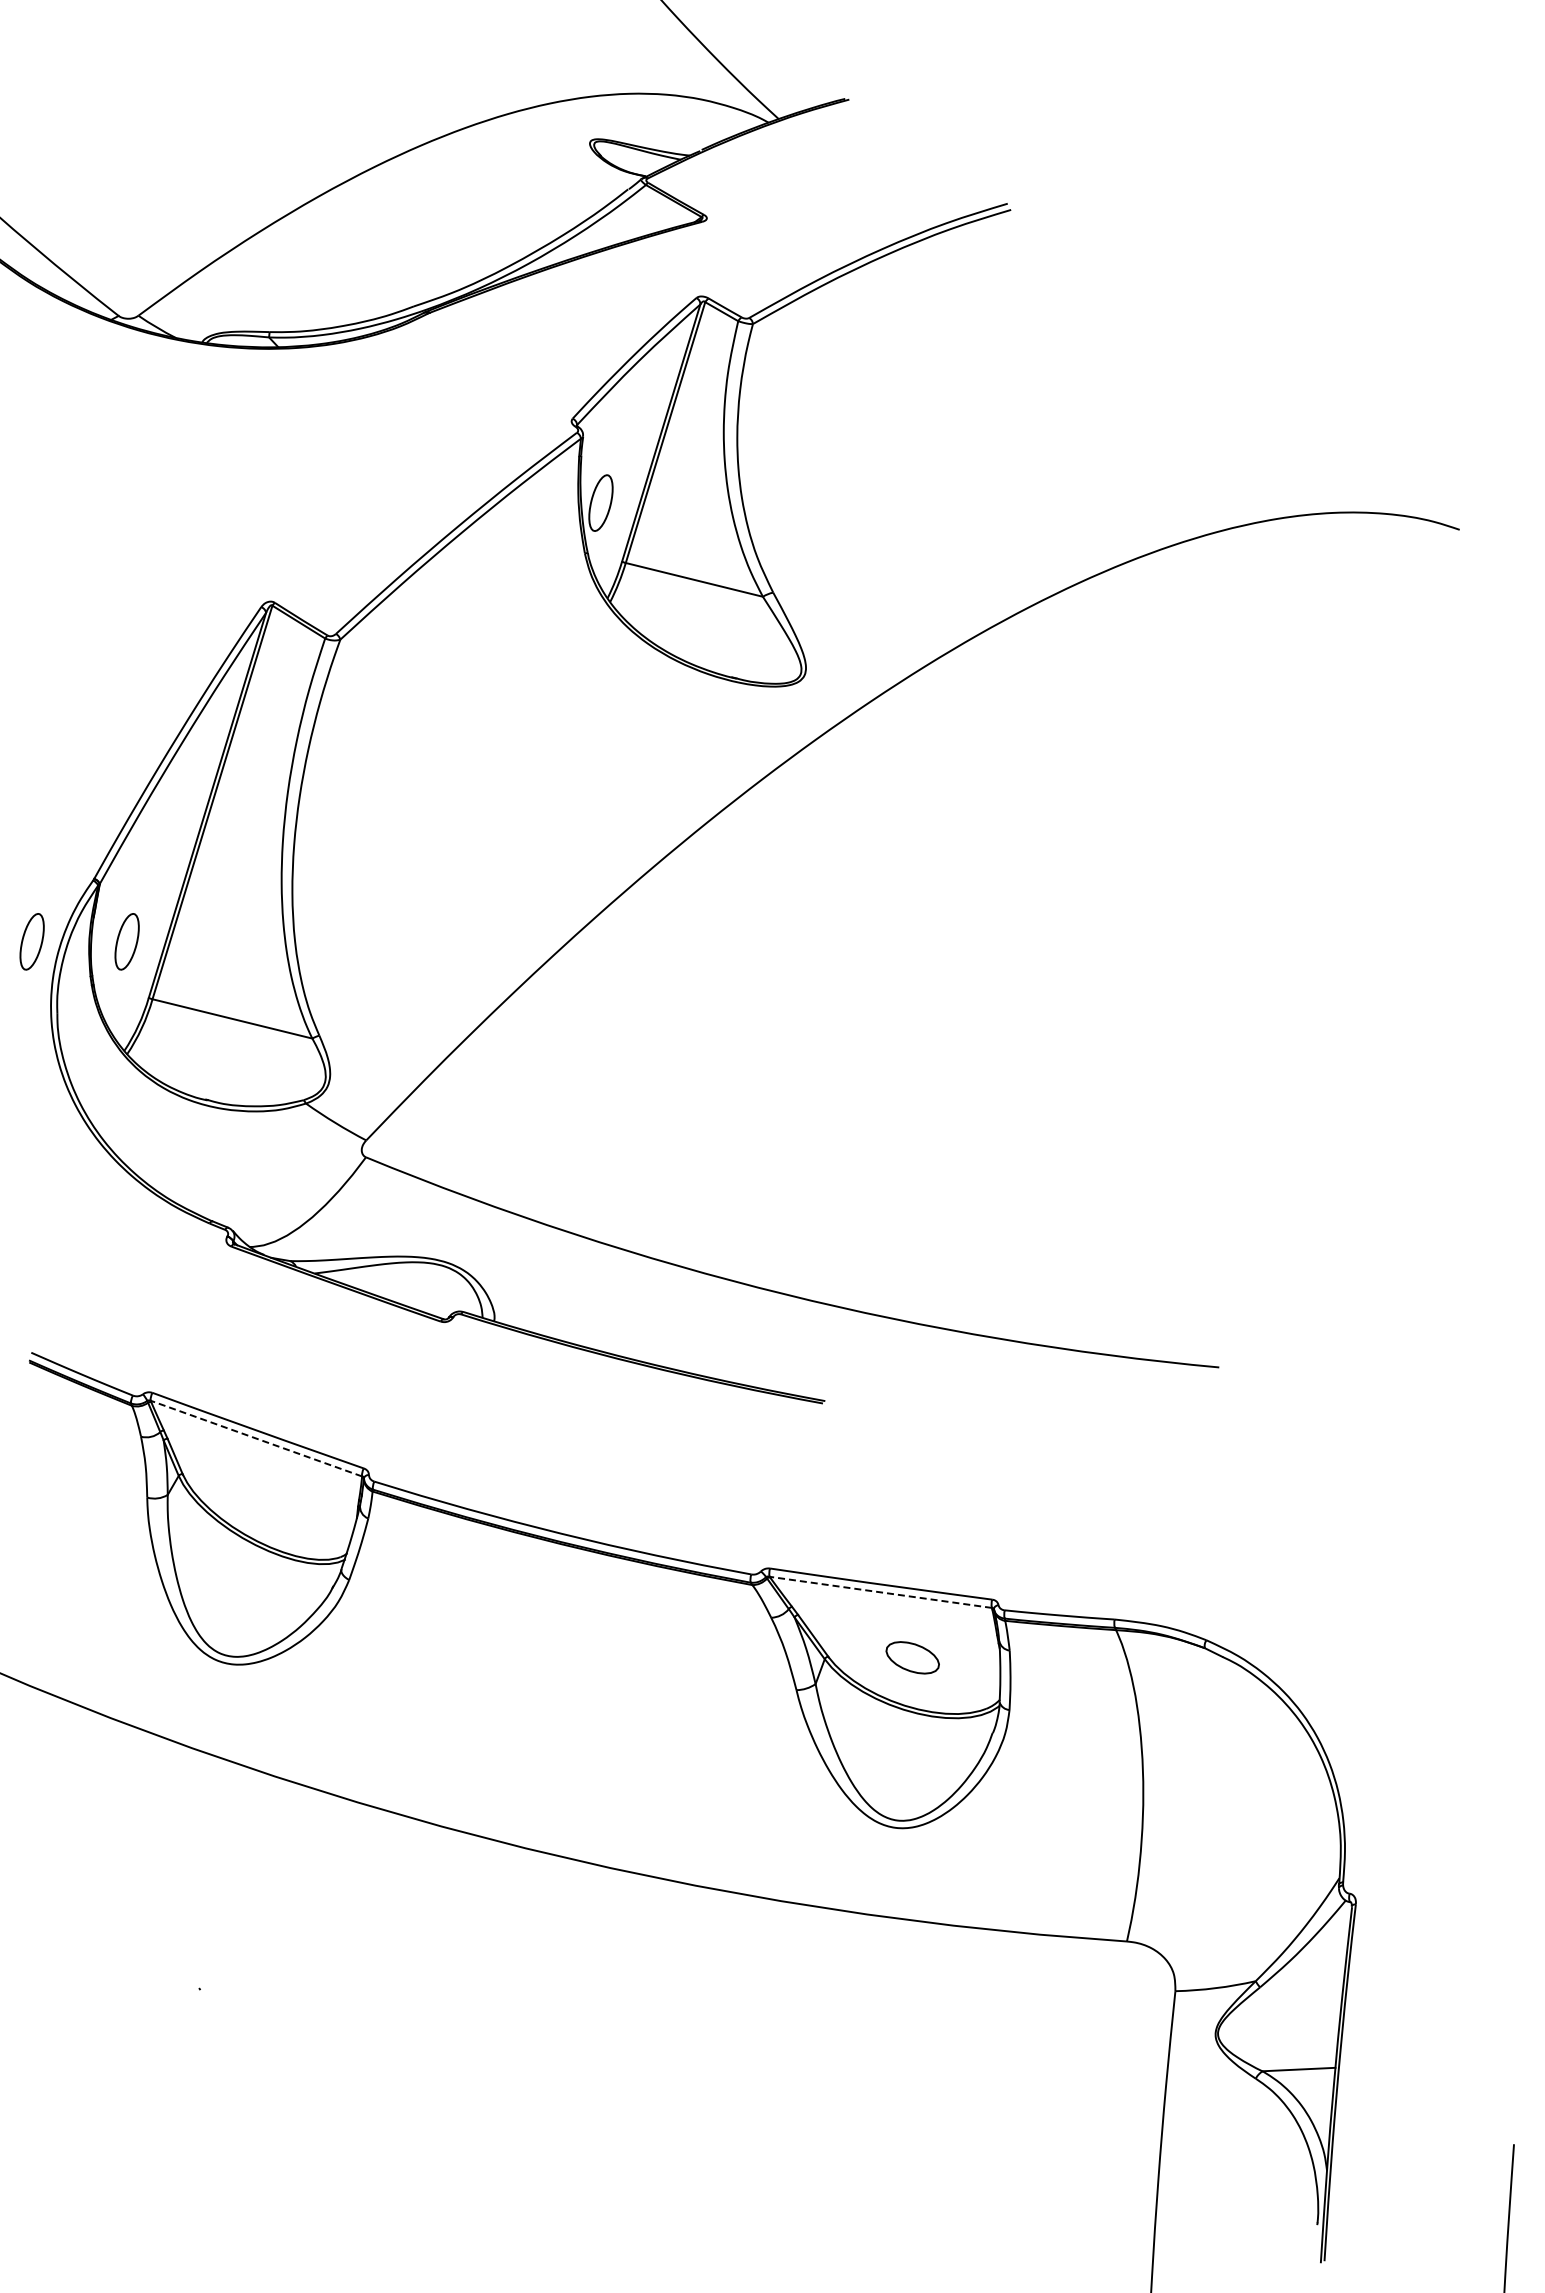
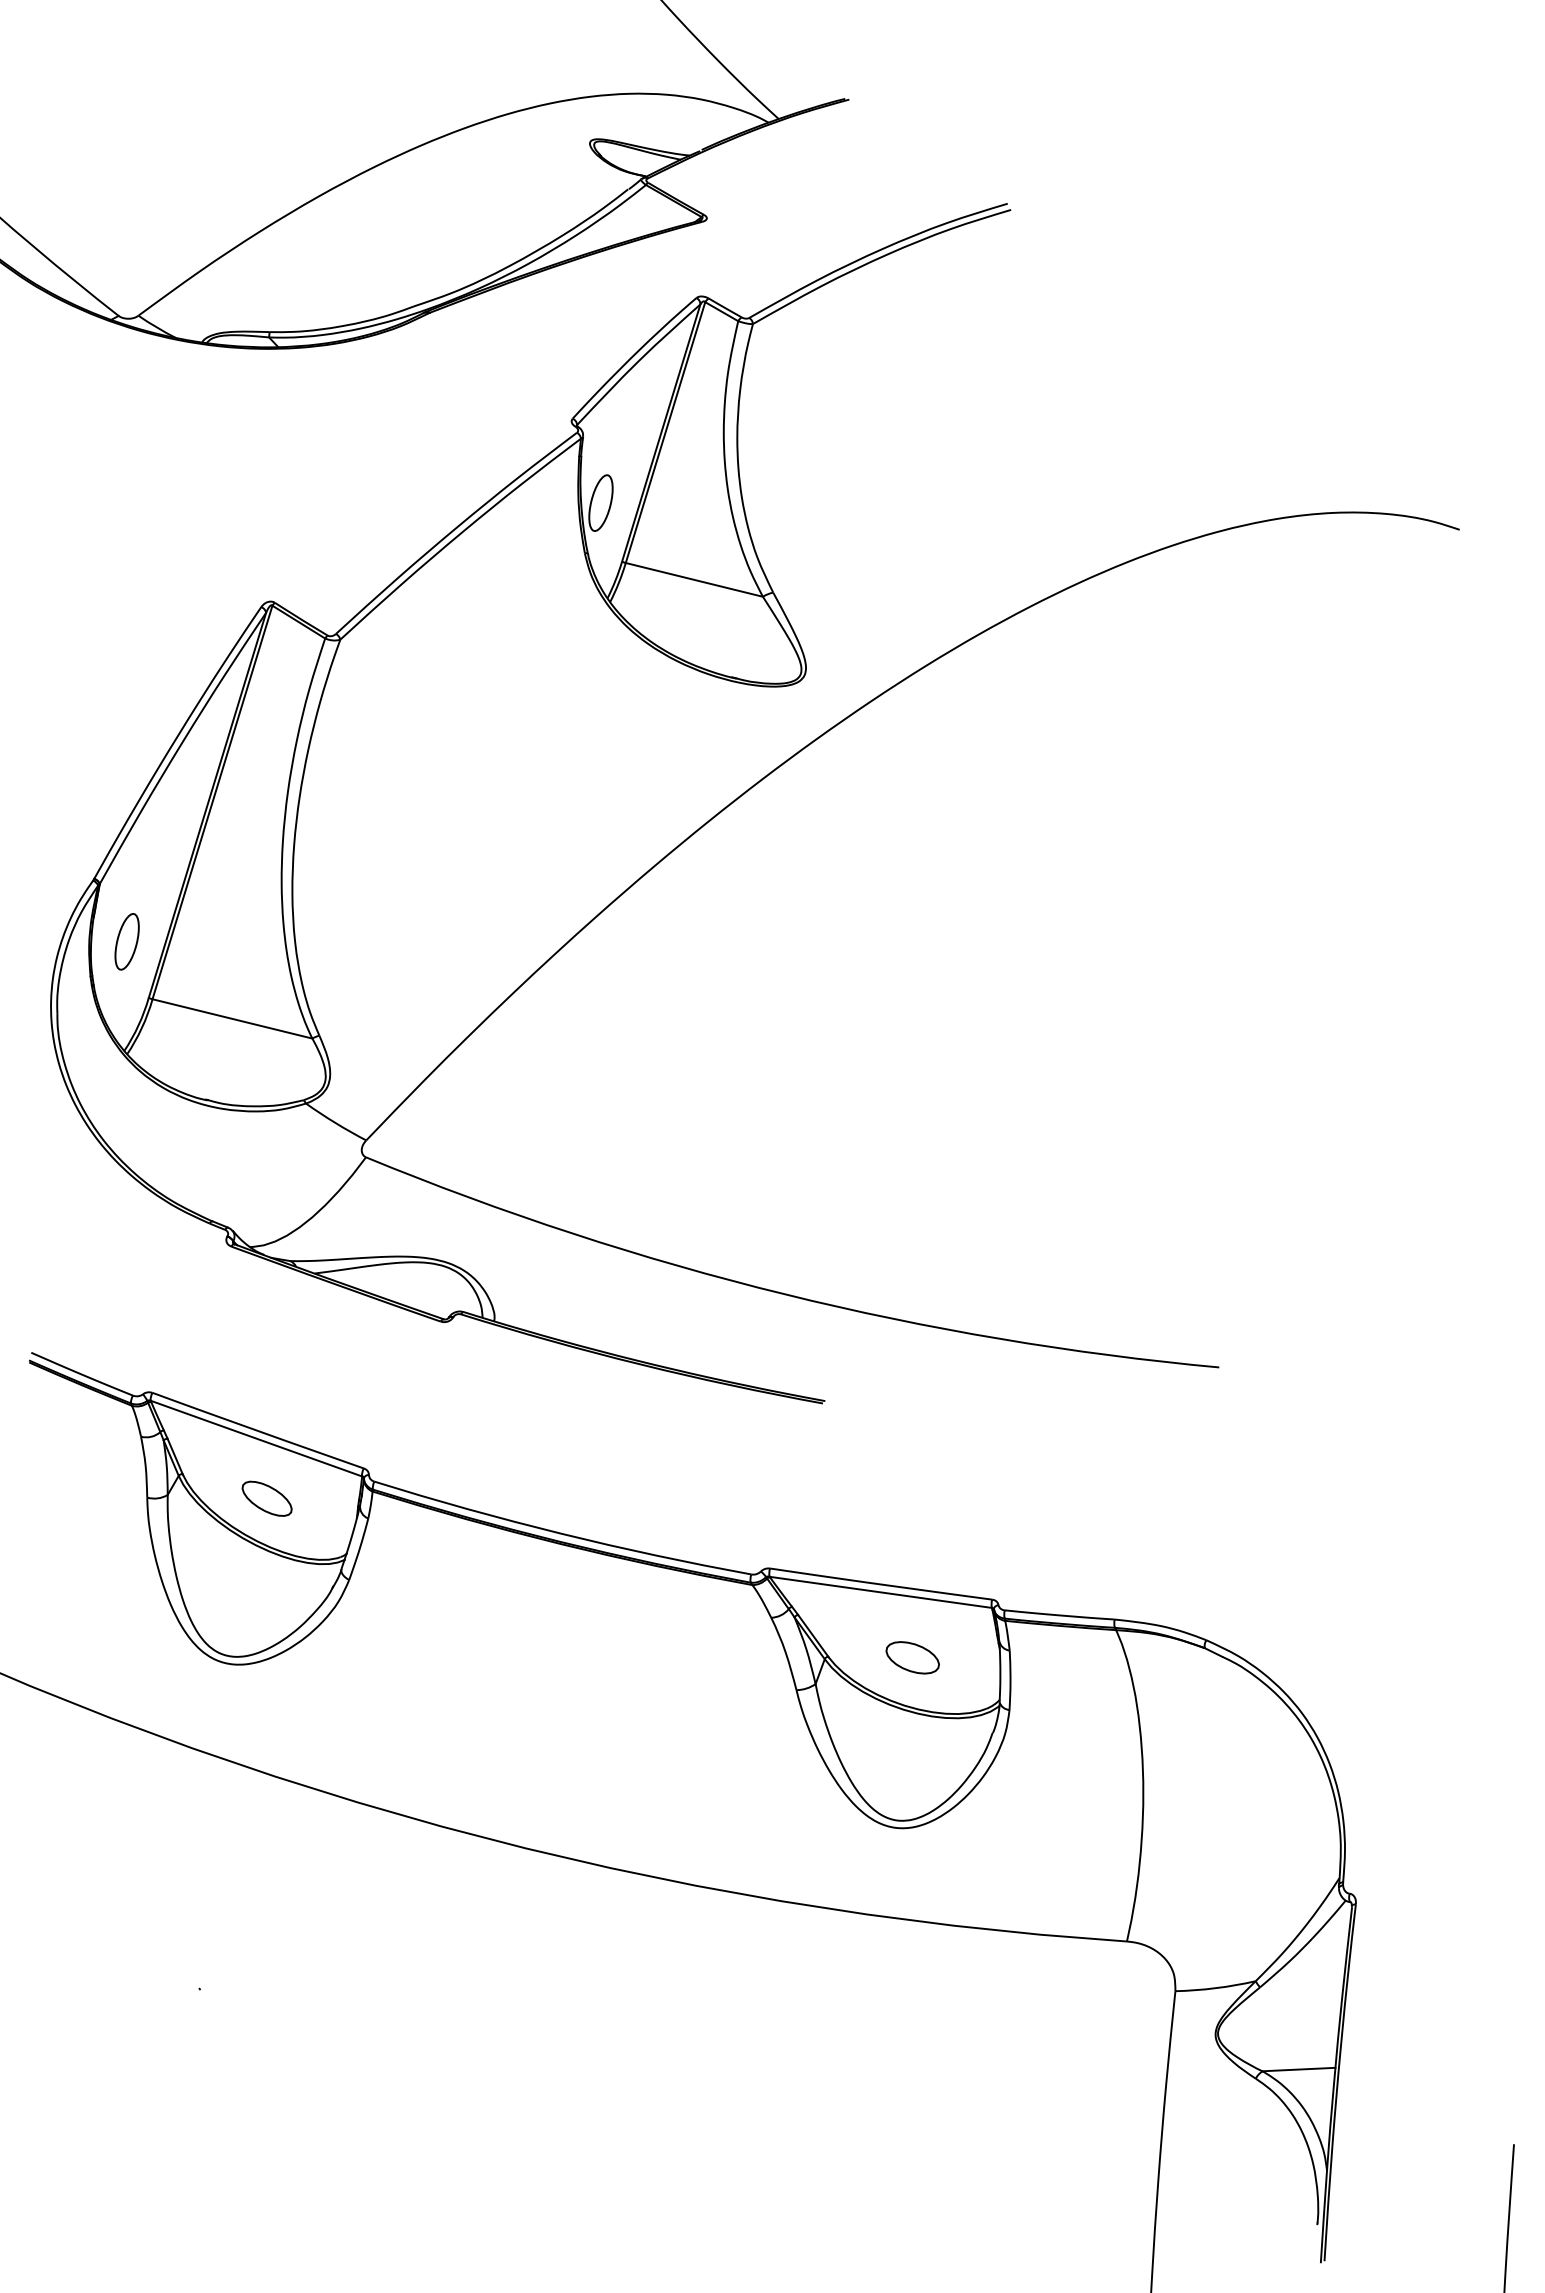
part at (31, 941): present -> none
line at (255, 1438): dashed -> solid
part at (266, 1498): none -> present
line at (880, 1592): dashed -> solid
